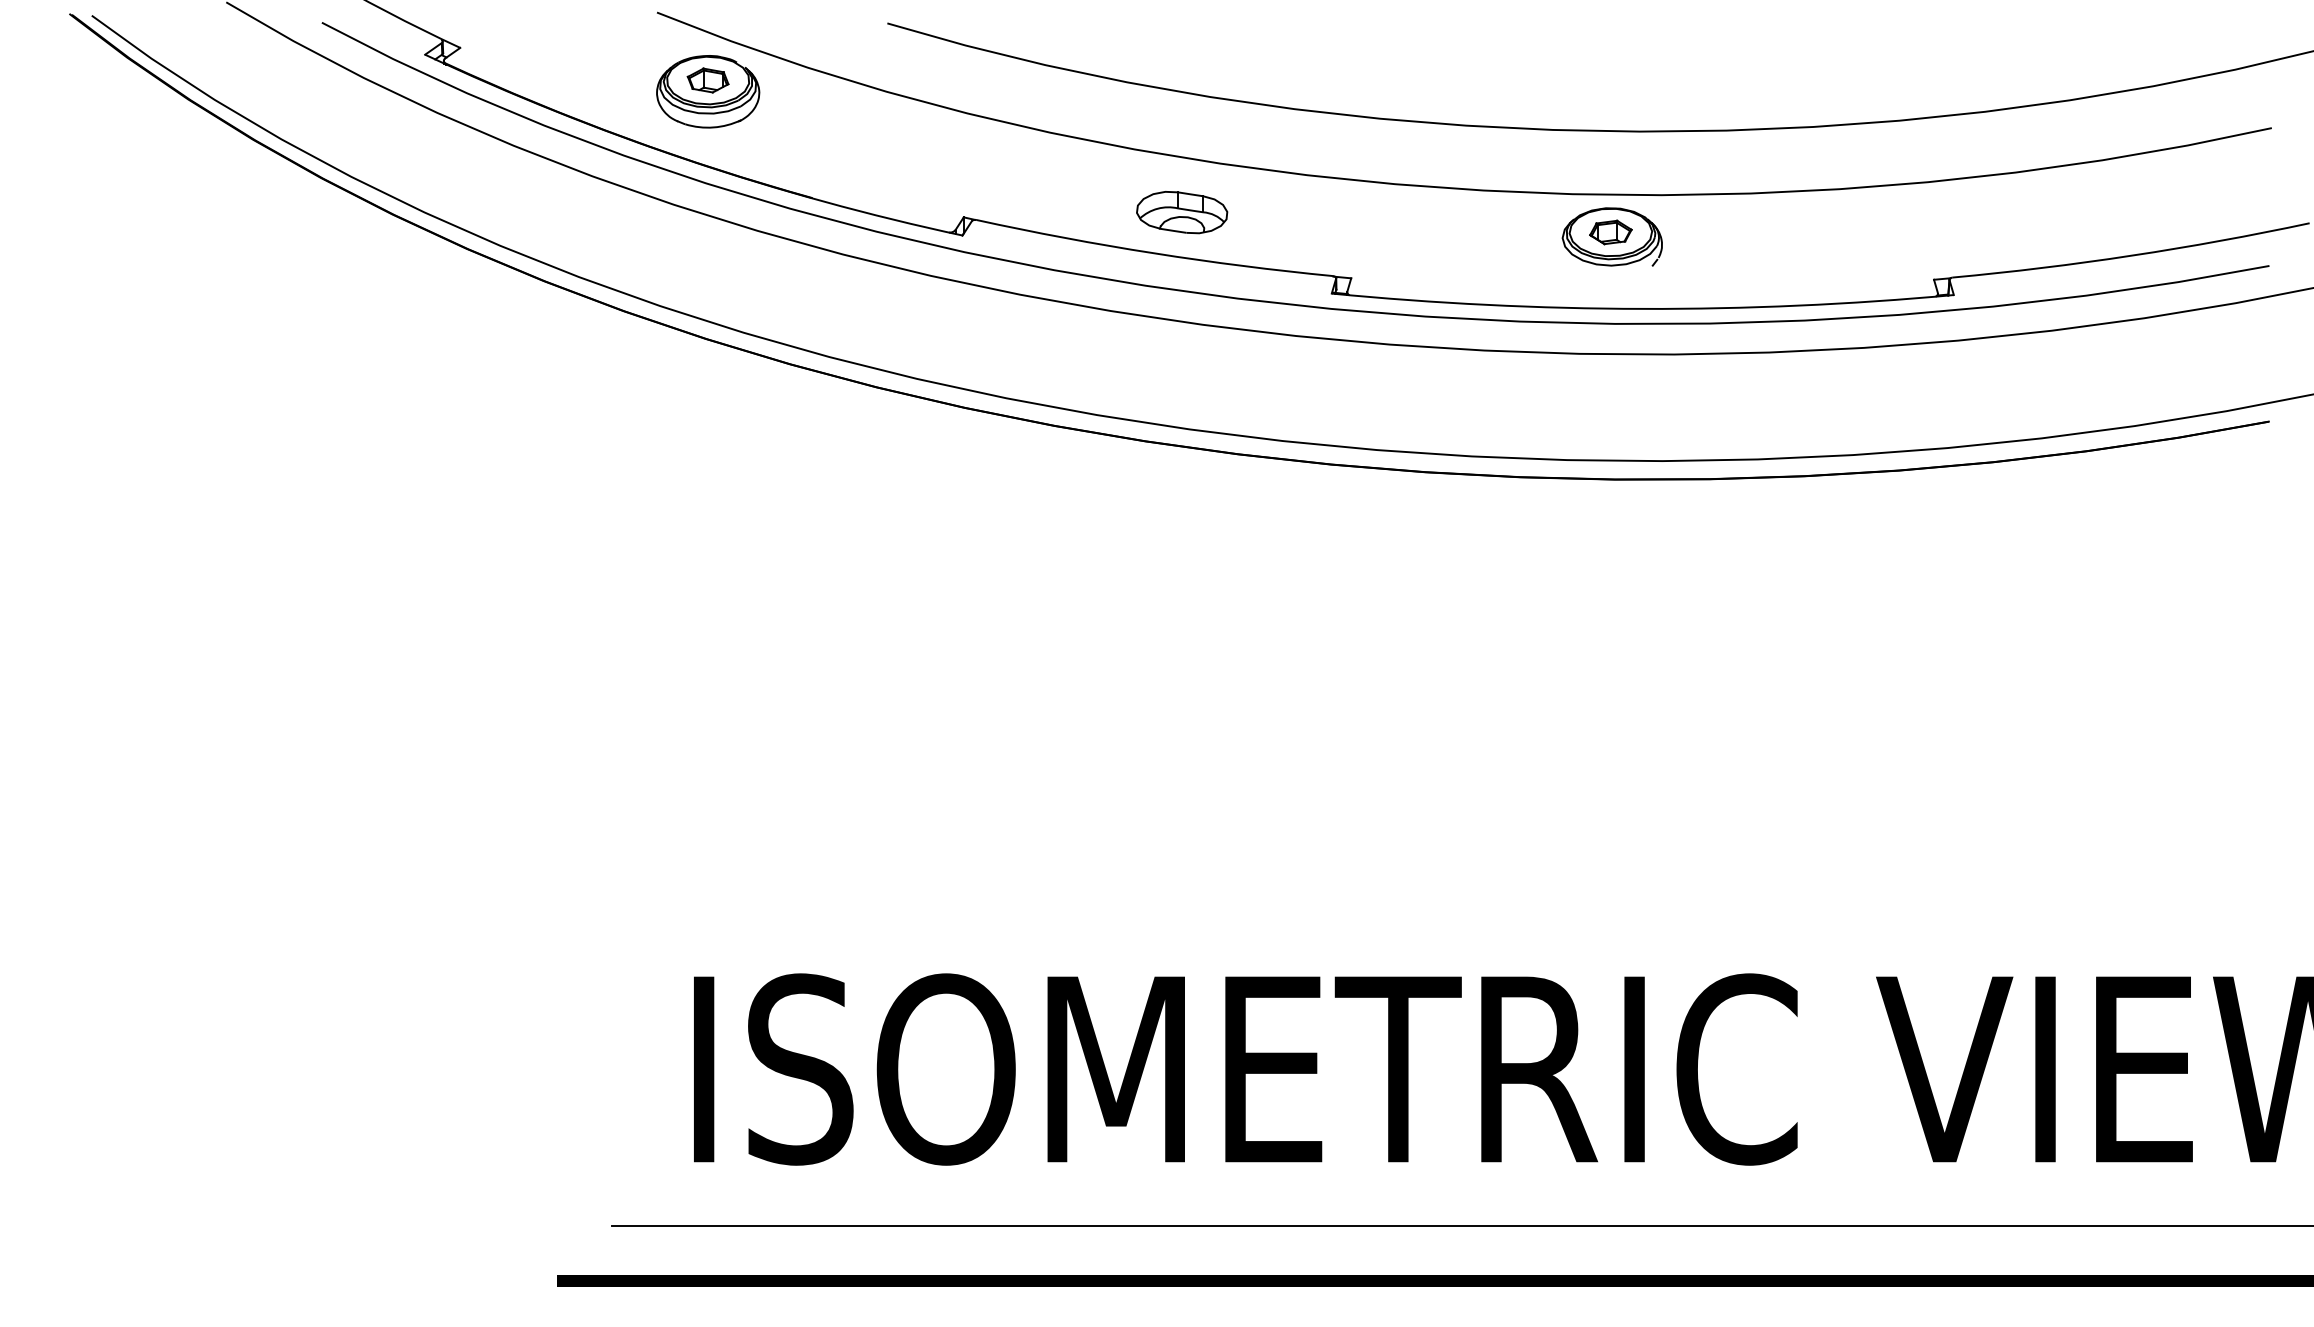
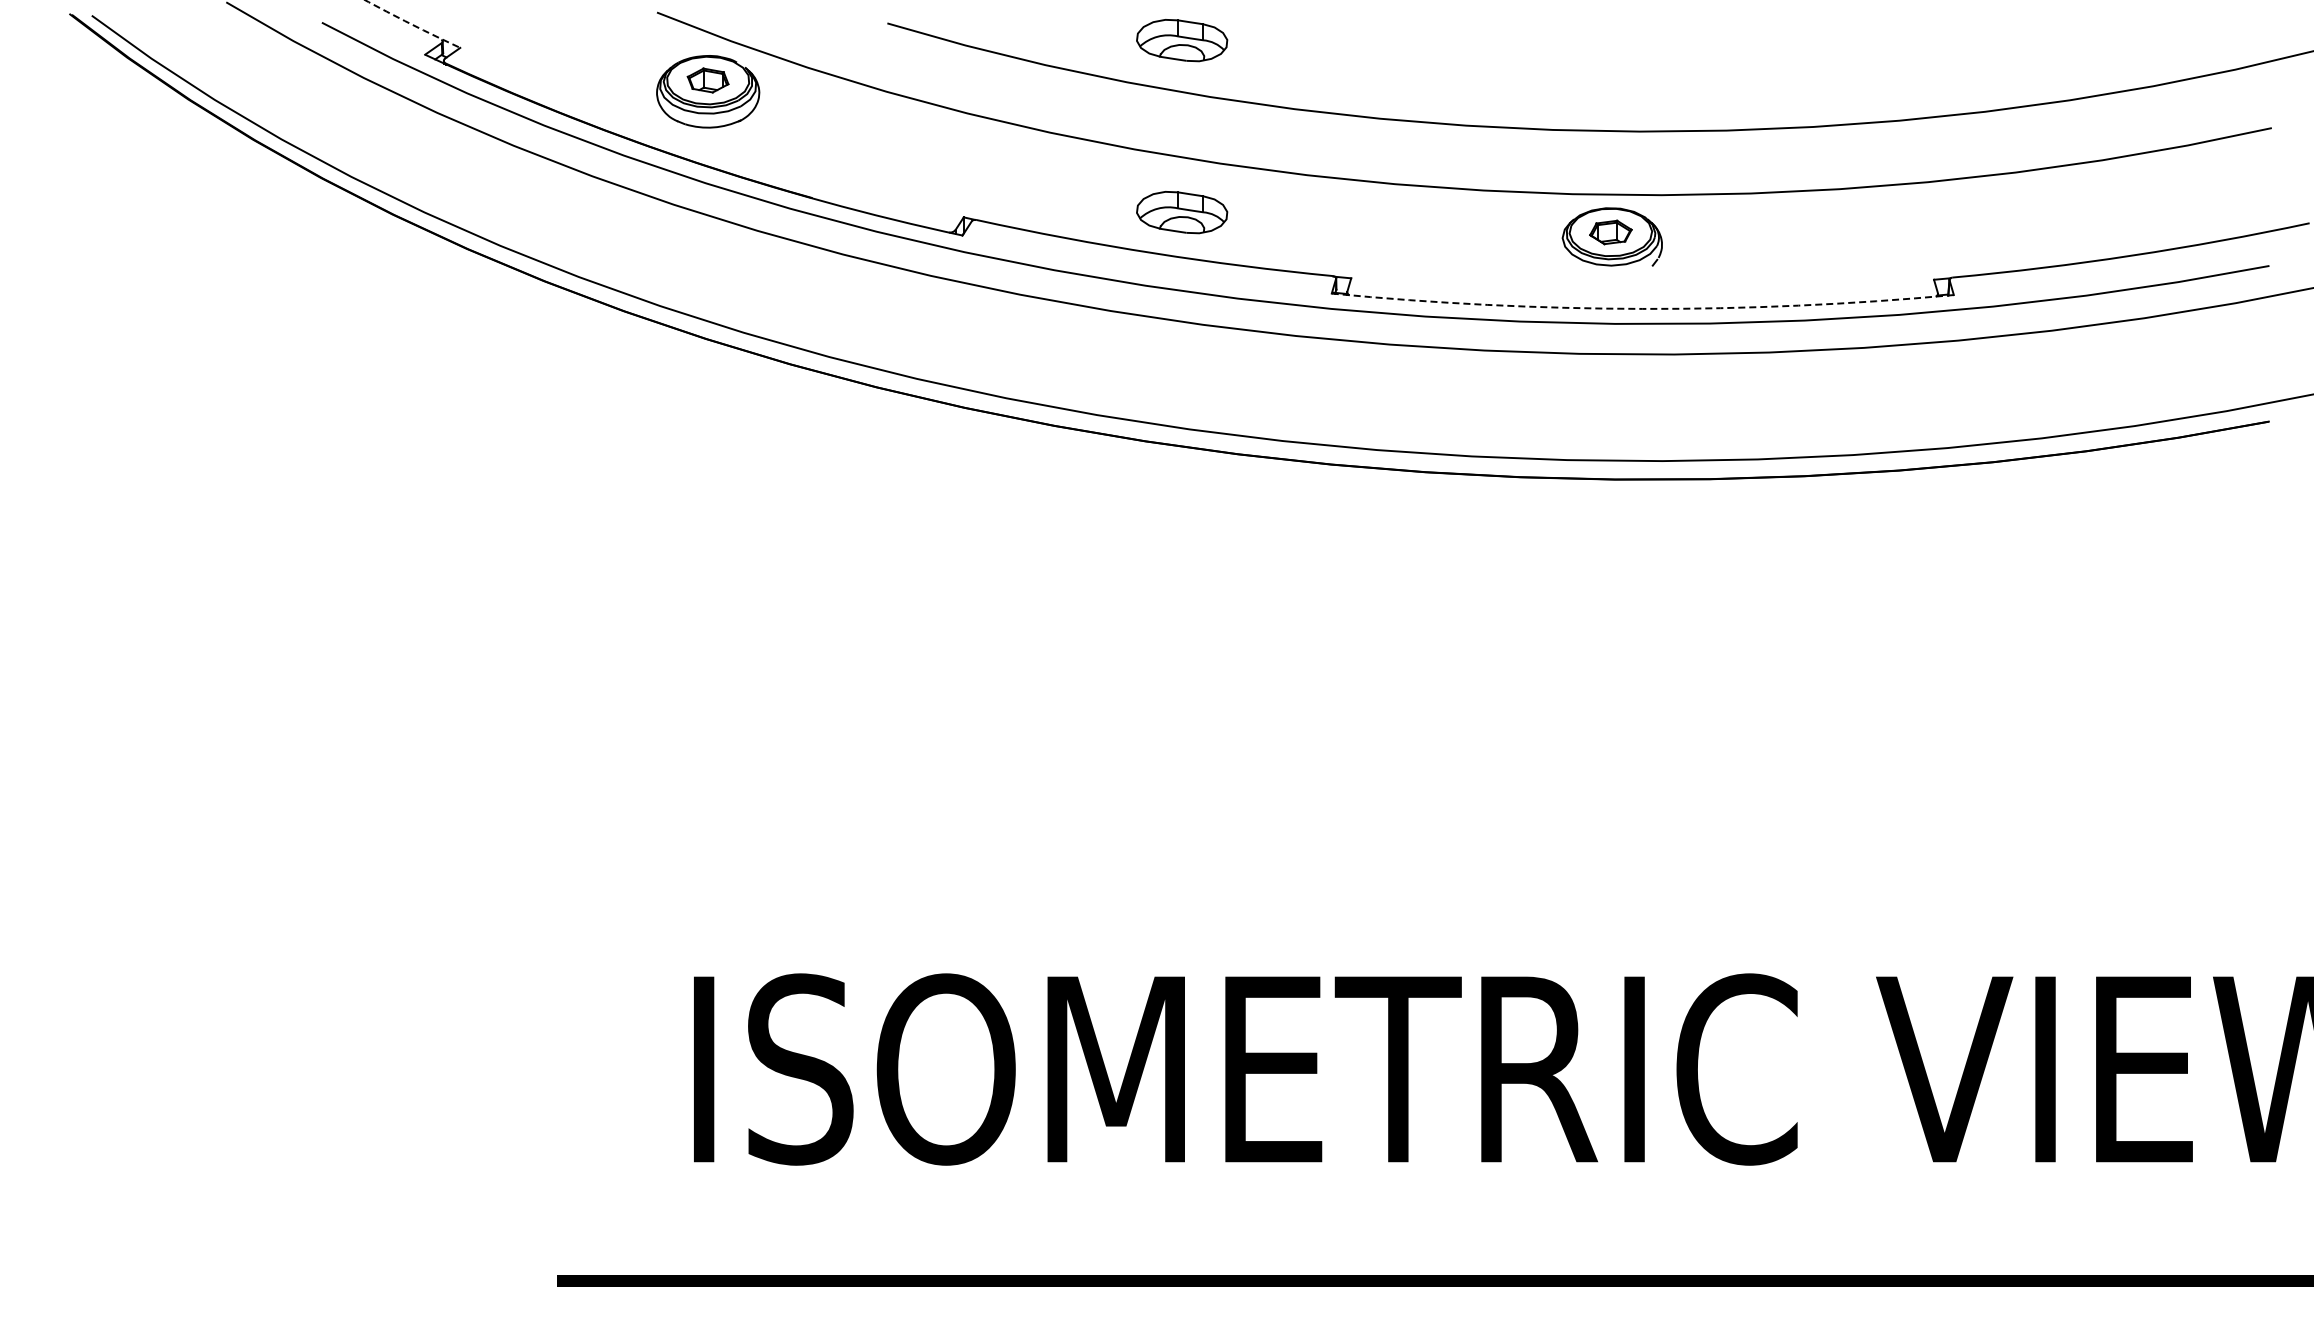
arc at (412, 24): solid -> dashed
part at (1182, 40): none -> present
arc at (1642, 308): solid -> dashed
line at (1460, 1226): present -> none
